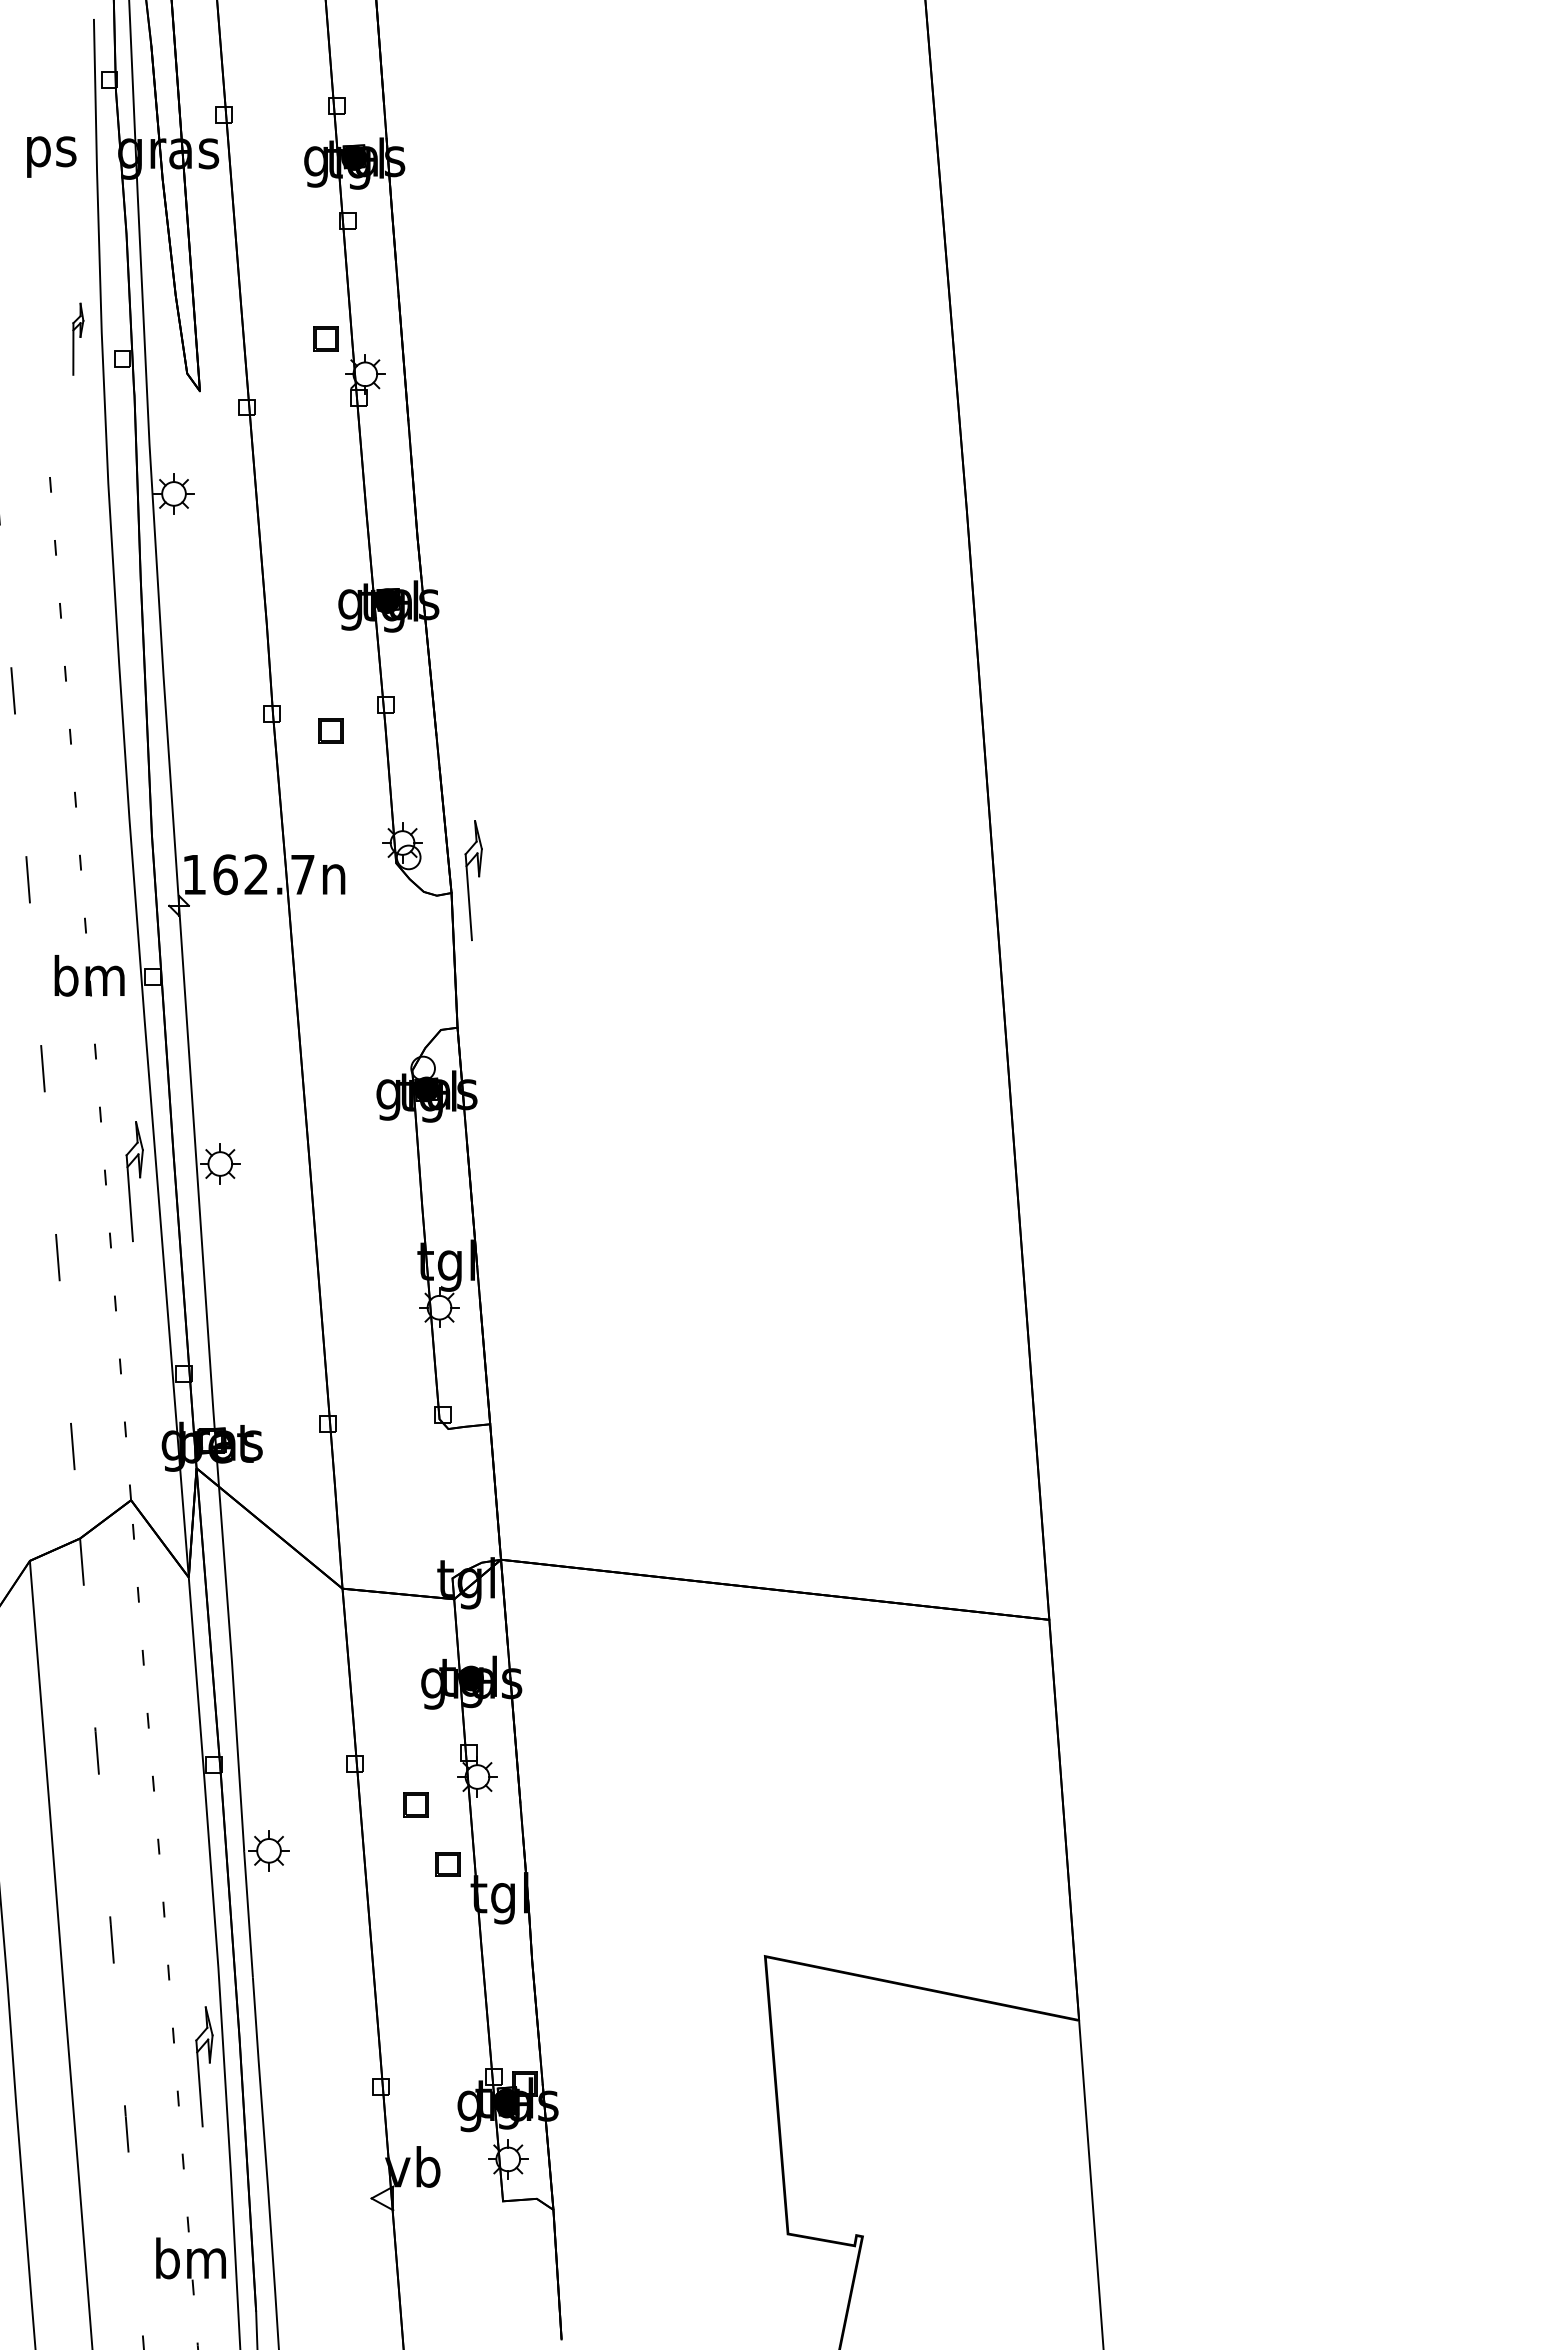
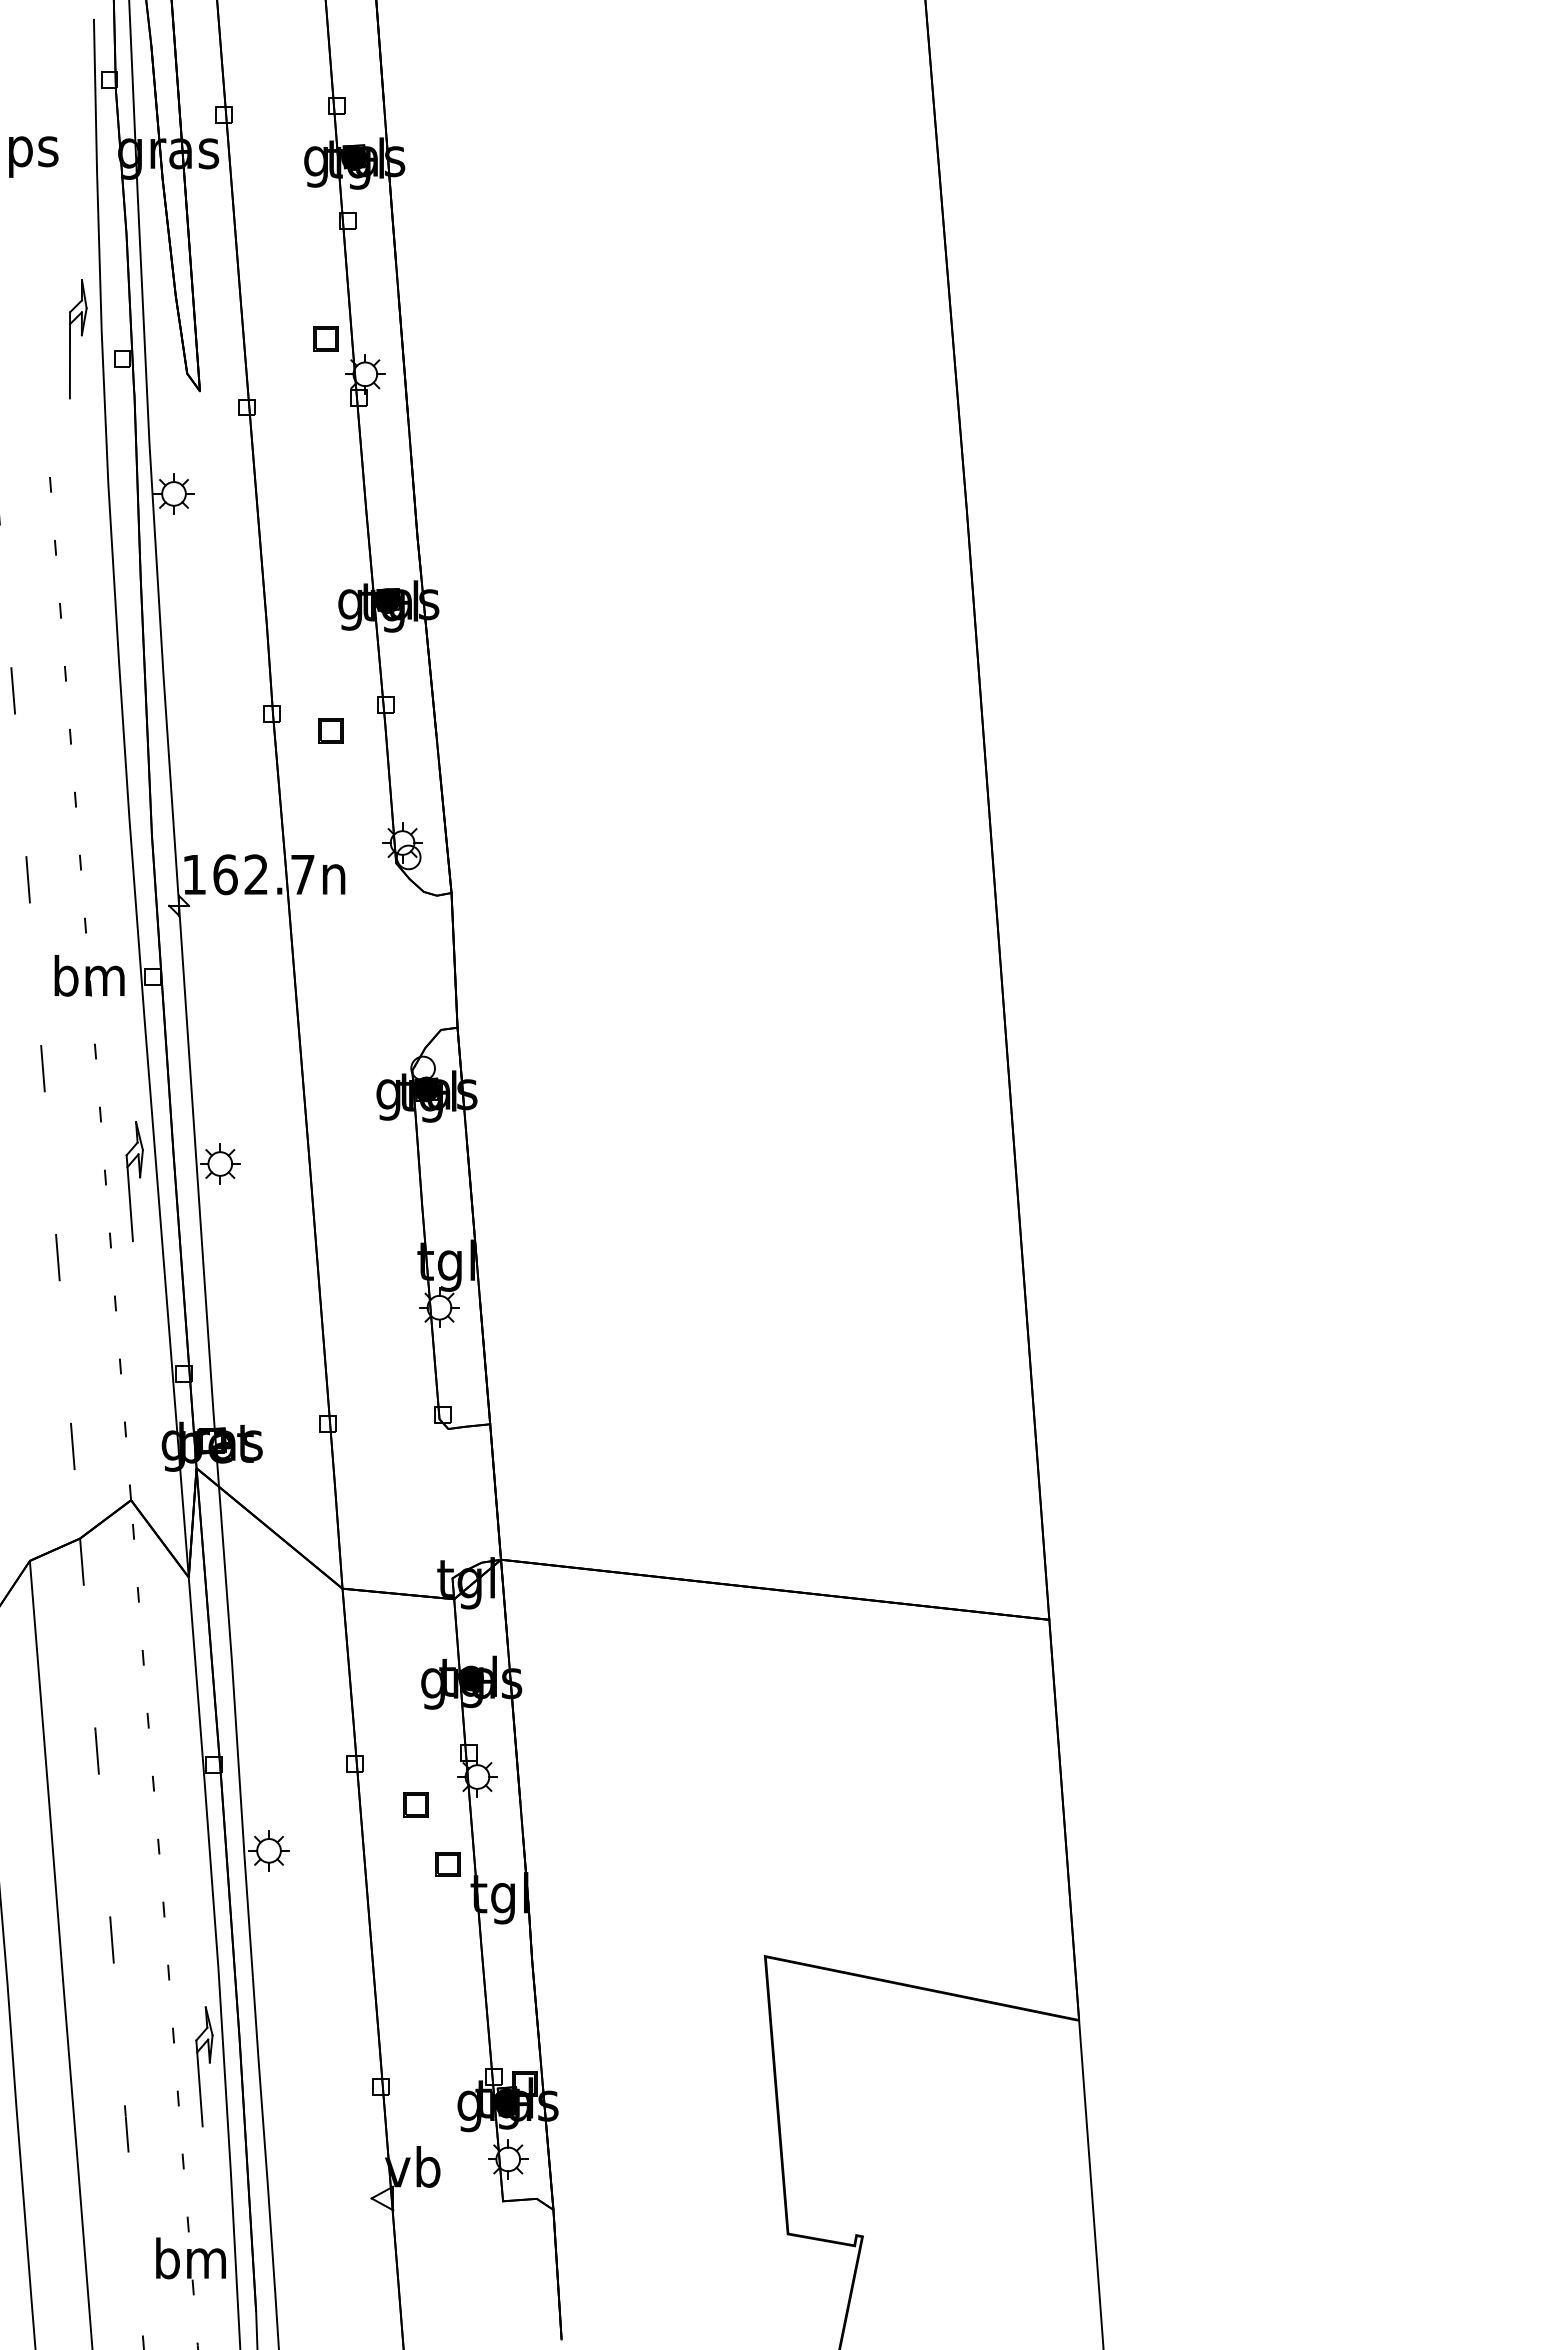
text at (51, 156) position: (51, 156) -> (33, 156)
part at (78, 338) size: 13x74 px -> 19x121 px
part at (473, 880): present -> none
